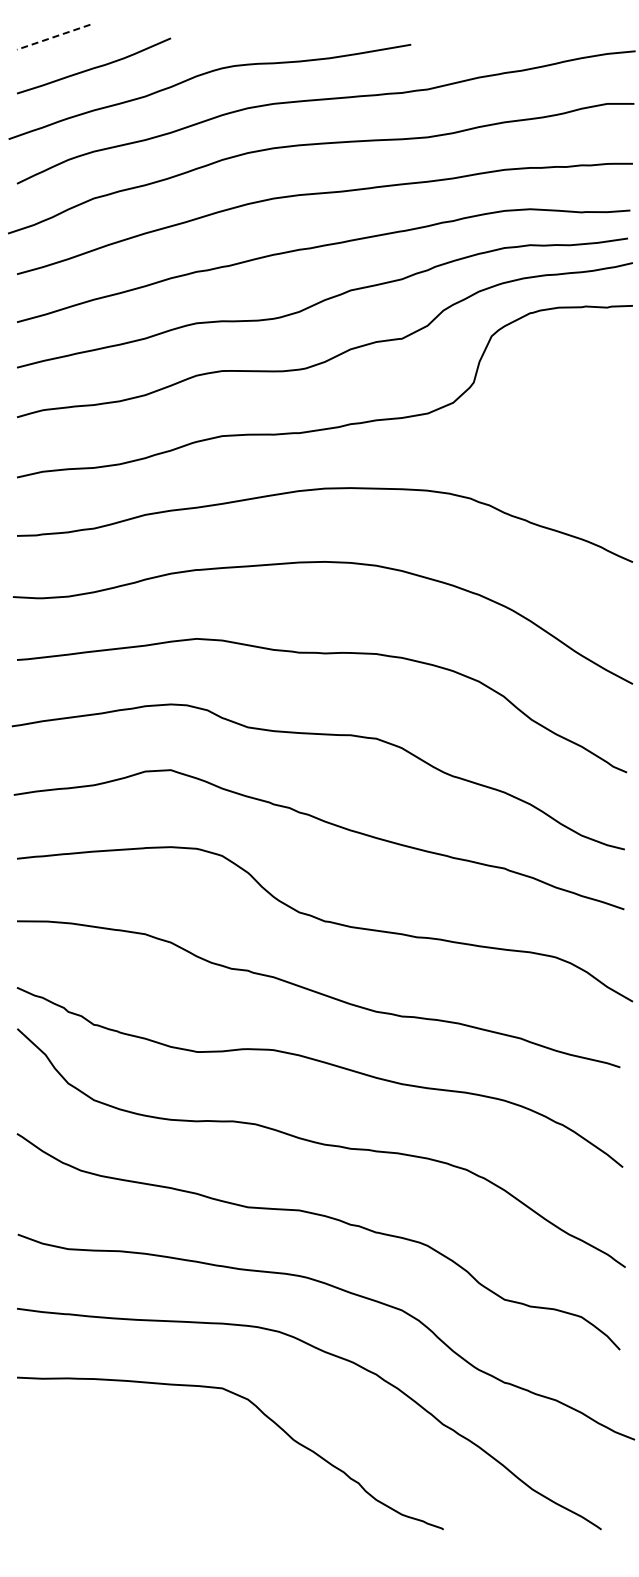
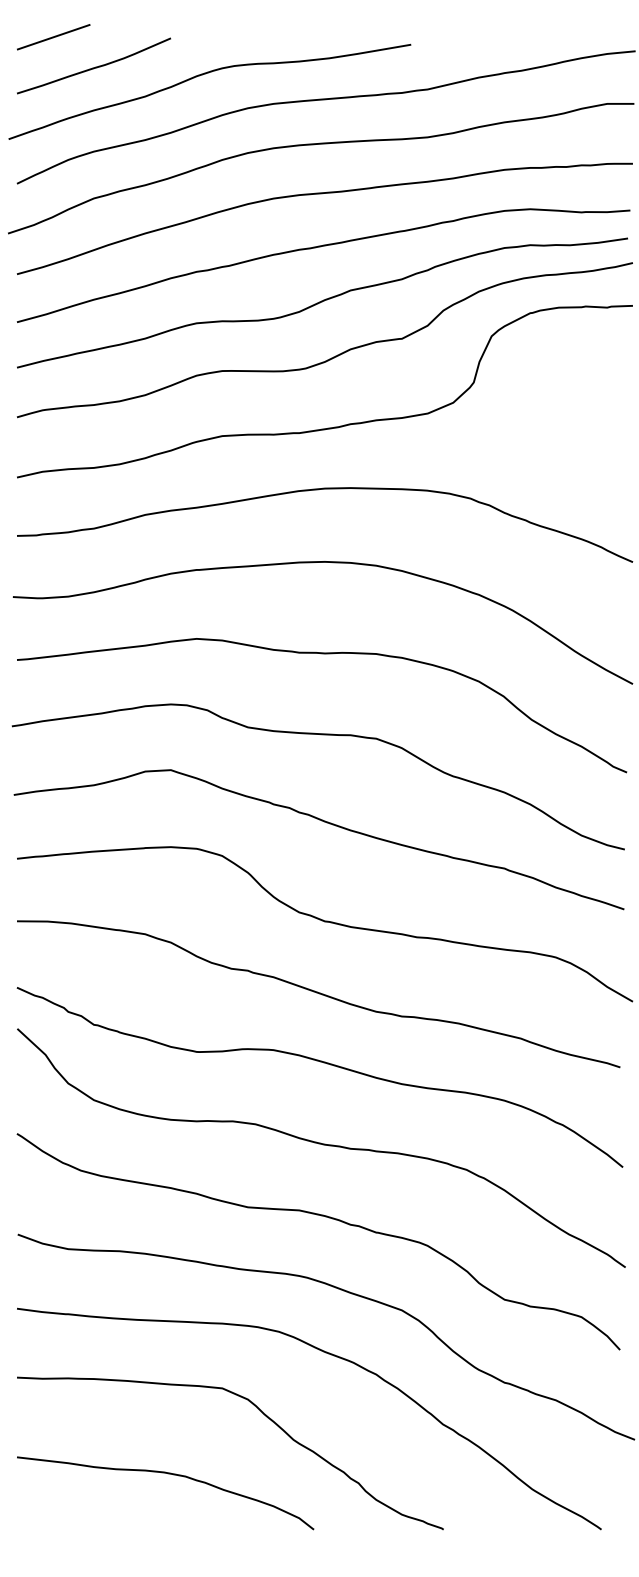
line at (53, 37): dashed -> solid
curve at (168, 1474): none -> present
